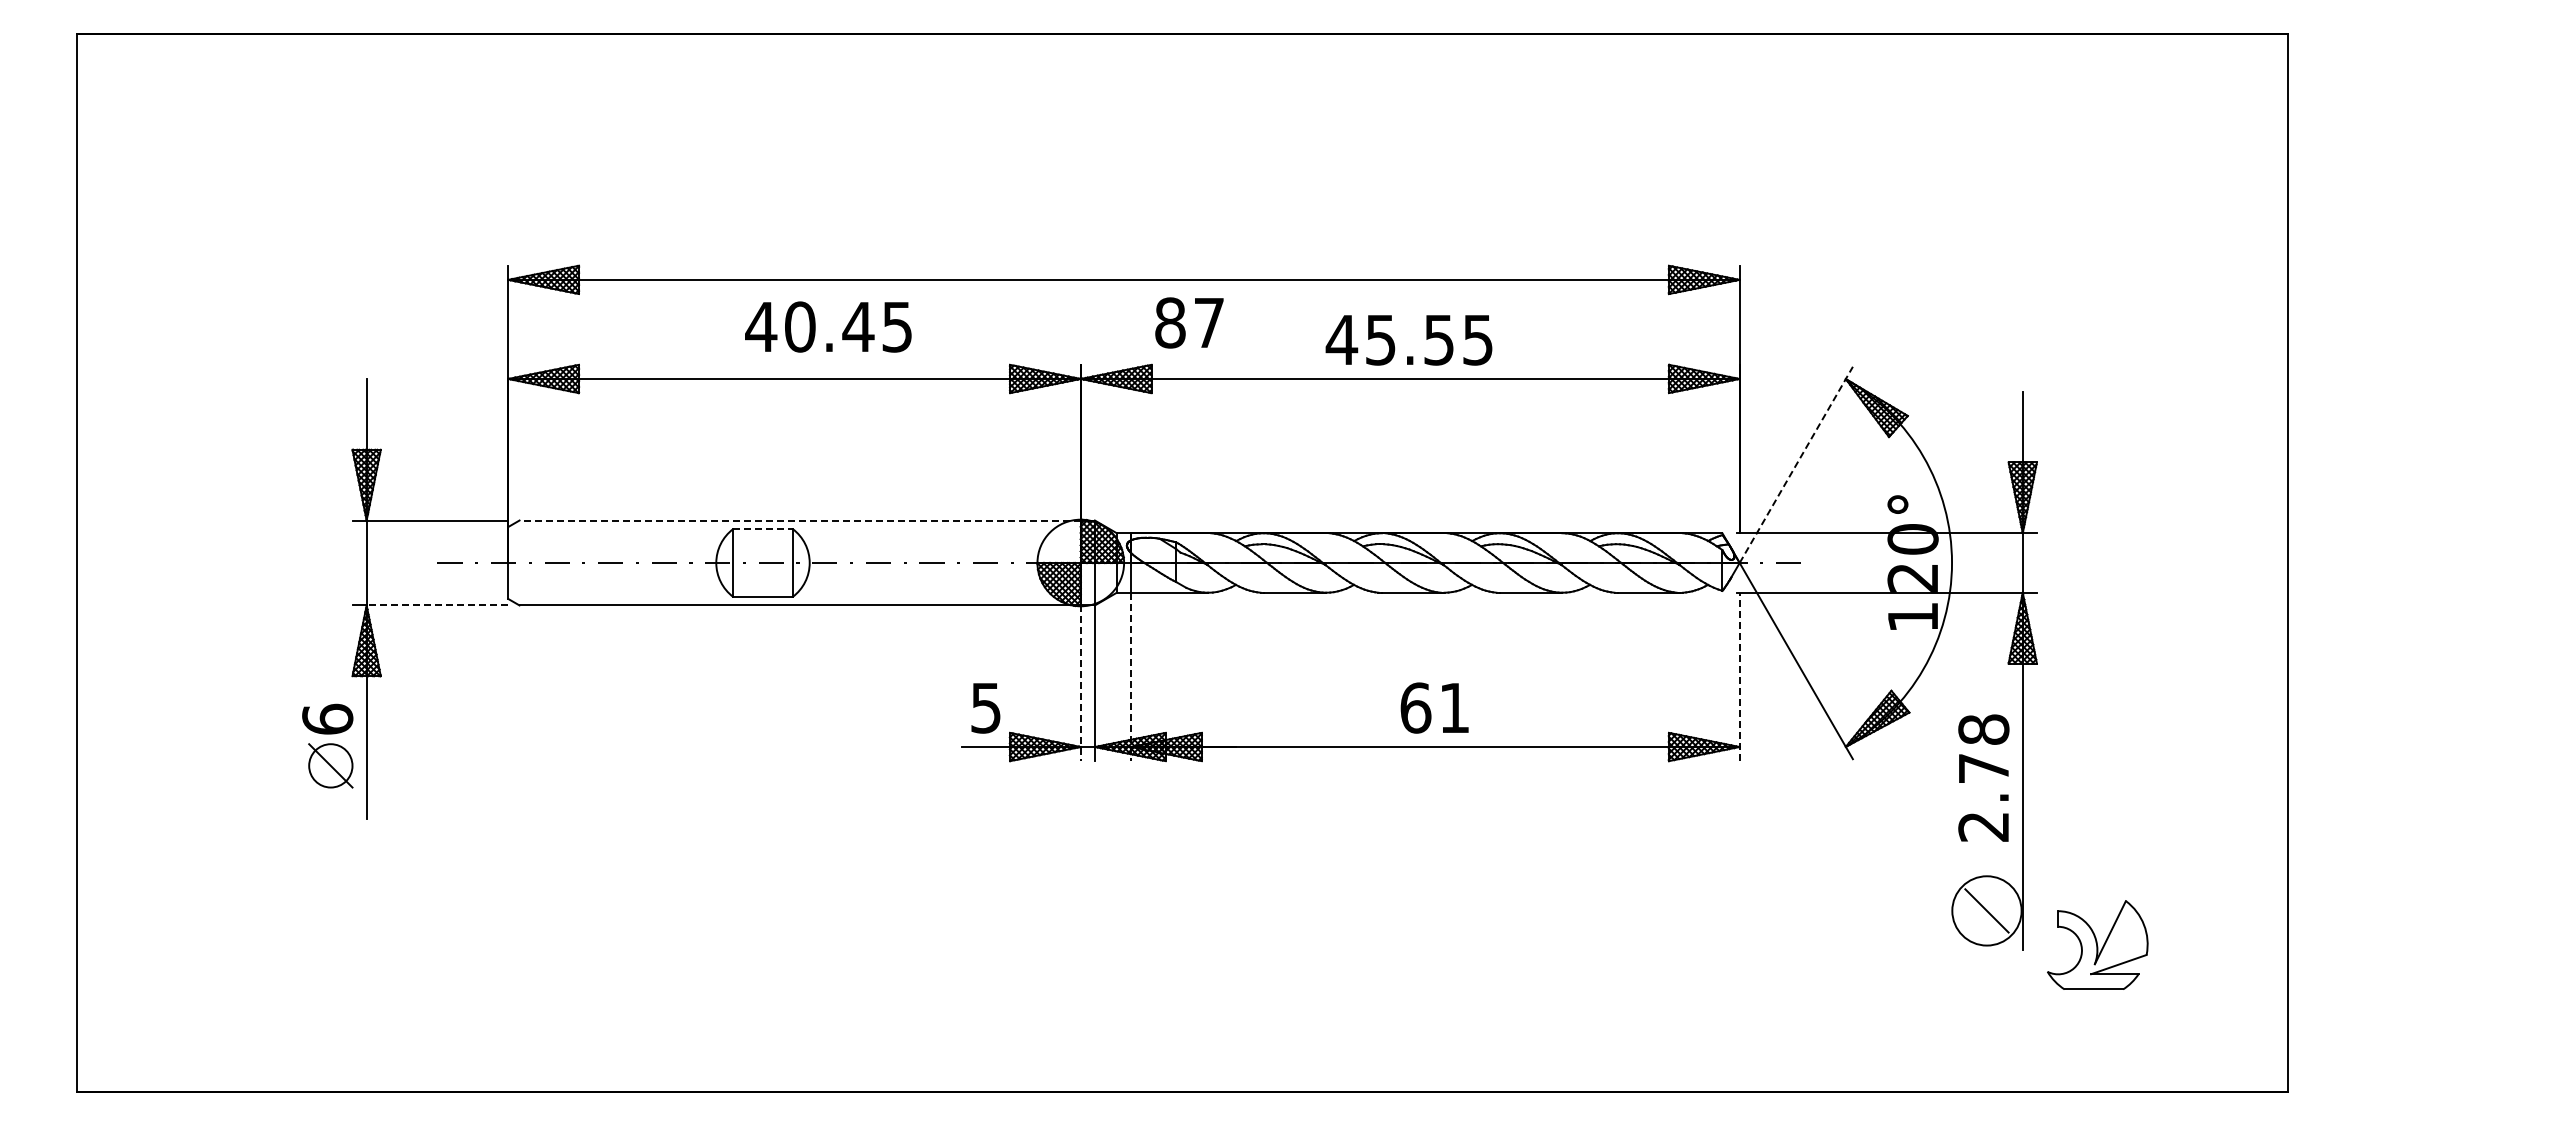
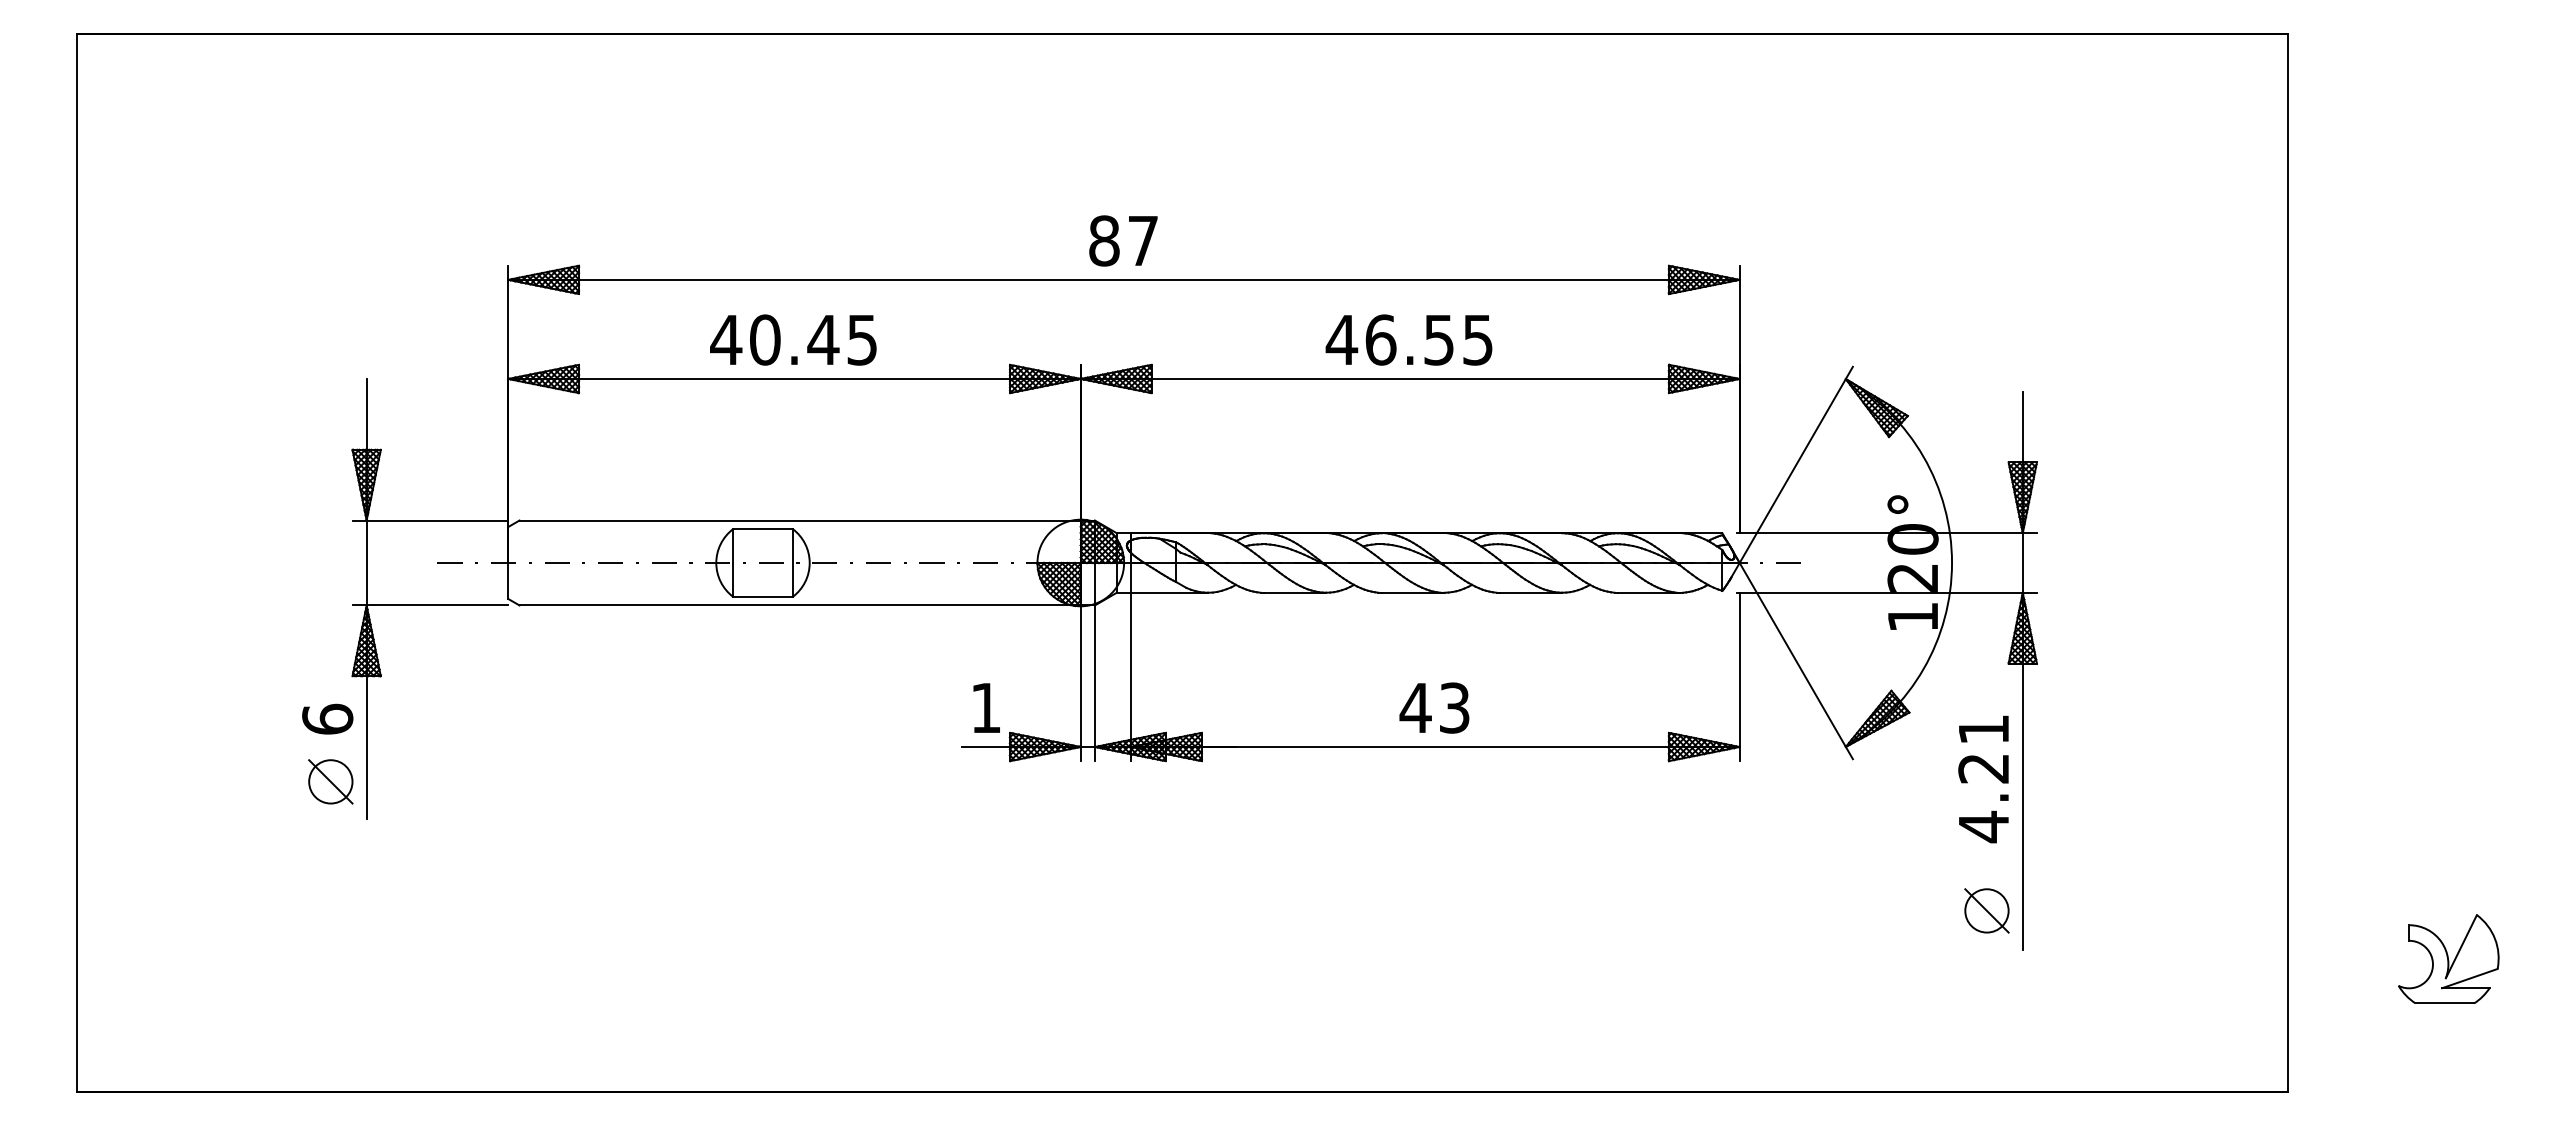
text at (1189, 322) position: (1189, 322) -> (1123, 240)
text at (828, 326) position: (828, 326) -> (793, 339)
text at (1380, 339): 45.55 -> 46.55
line at (1796, 464): dashed -> solid
line at (800, 520): dashed -> solid
line at (763, 529): dashed -> solid
line at (437, 605): dashed -> solid
line at (1739, 676): dashed -> solid
line at (1131, 677): dashed -> solid
line at (1080, 683): dashed -> solid
text at (1434, 707): 61 -> 43
text at (985, 708): 5 -> 1
part at (330, 765) position: (330, 765) -> (330, 781)
text at (1983, 778): 2.78 -> 4.21
circle at (1986, 910) diameter: 69 px -> 43 px
part at (2097, 944) position: (2097, 944) -> (2448, 958)
